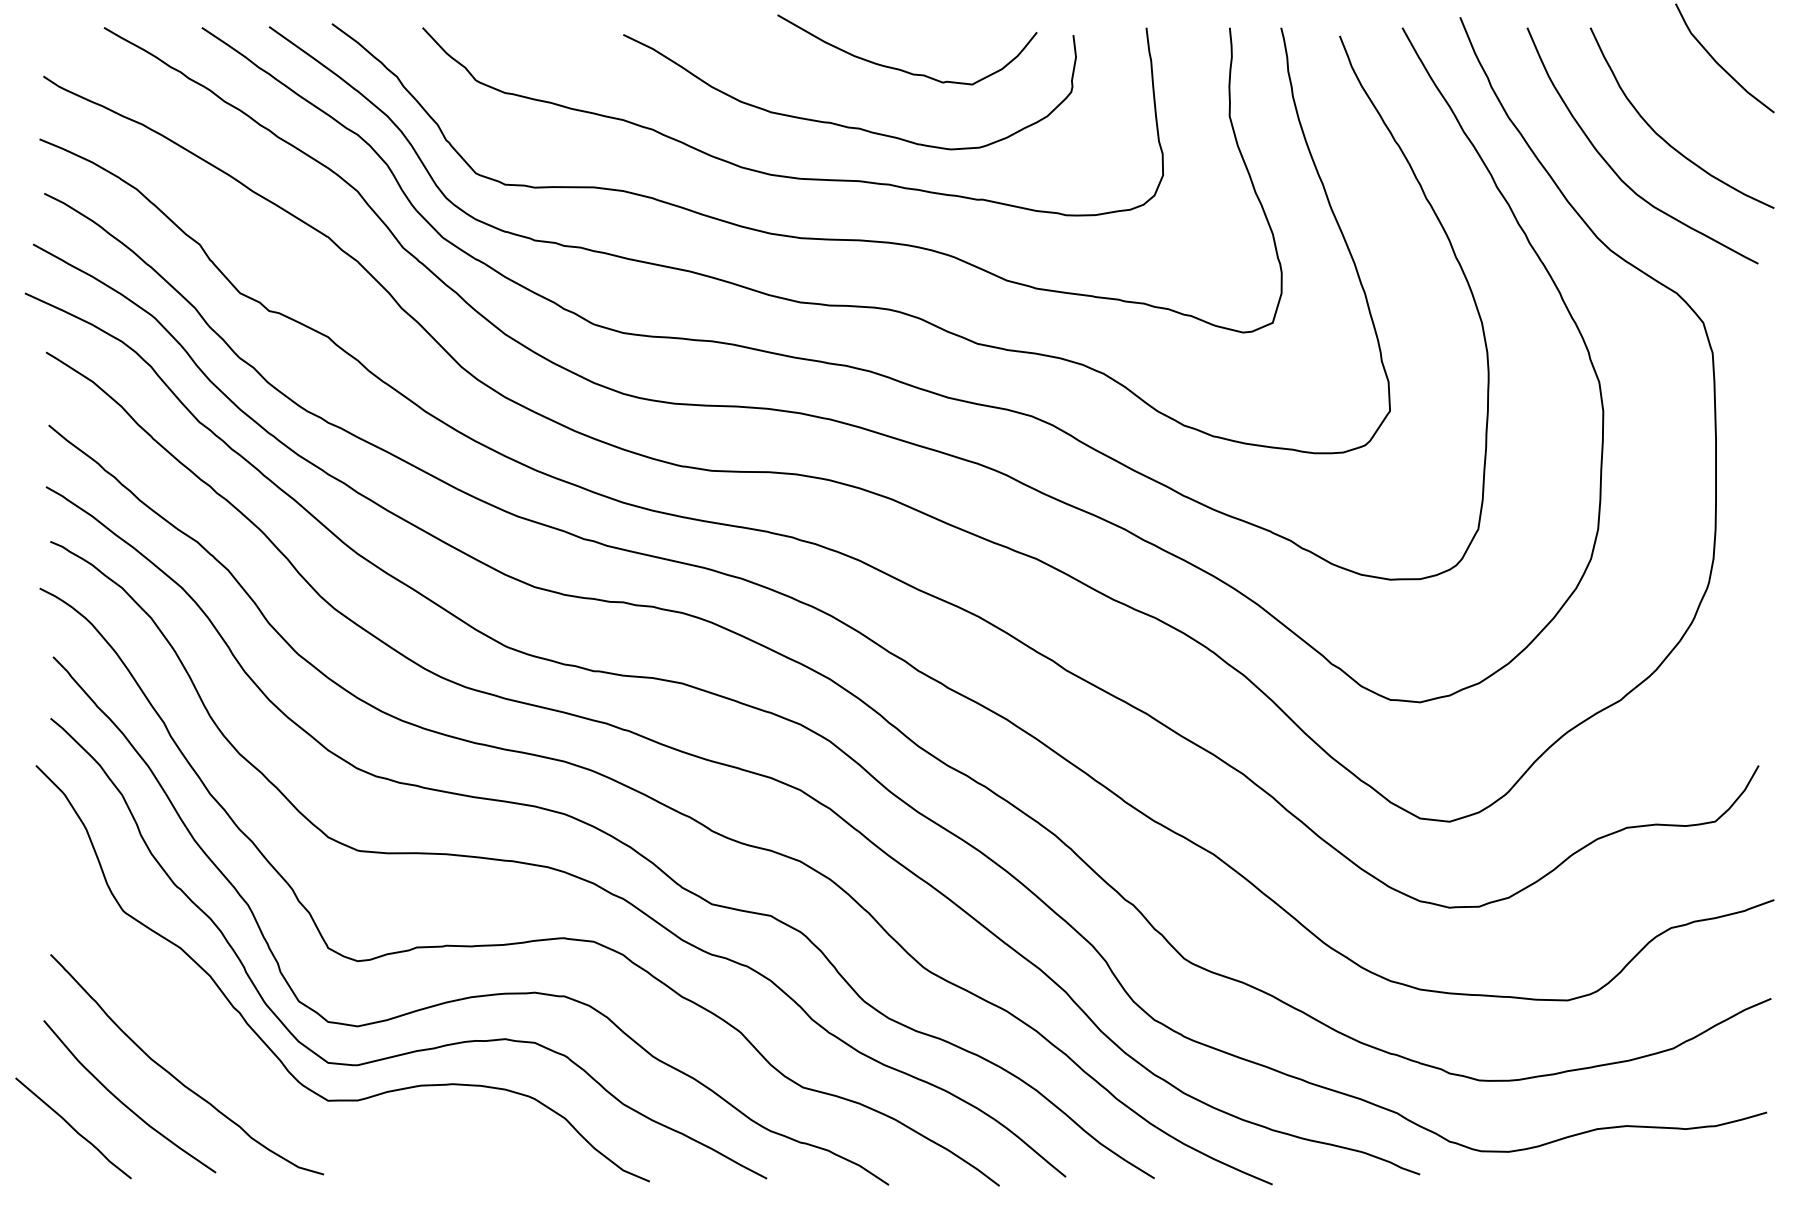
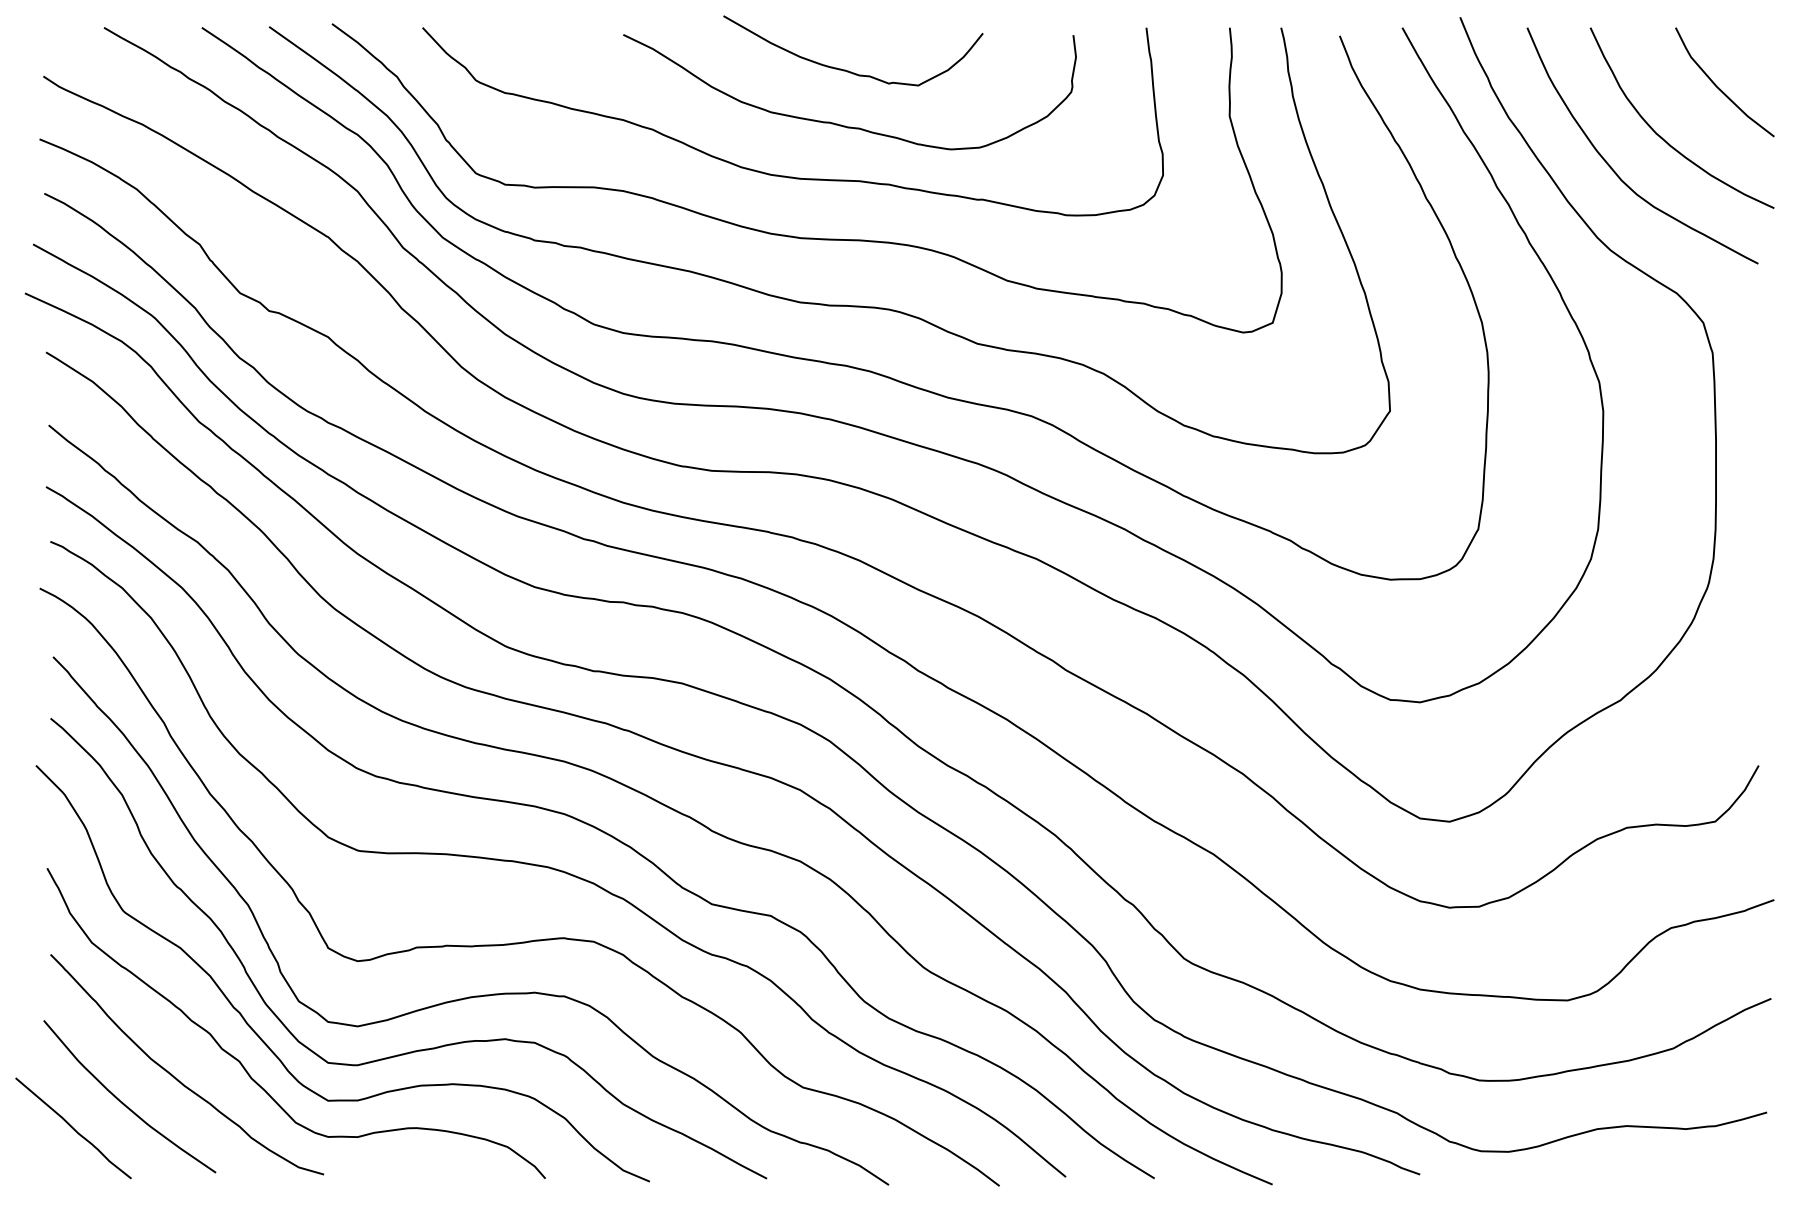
curve at (1719, 63) position: (1719, 63) -> (1719, 87)
curve at (899, 68) position: (899, 68) -> (845, 69)
curve at (241, 1062): none -> present
